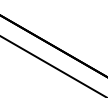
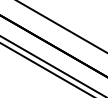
line at (61, 26): none -> present
line at (45, 69): none -> present
